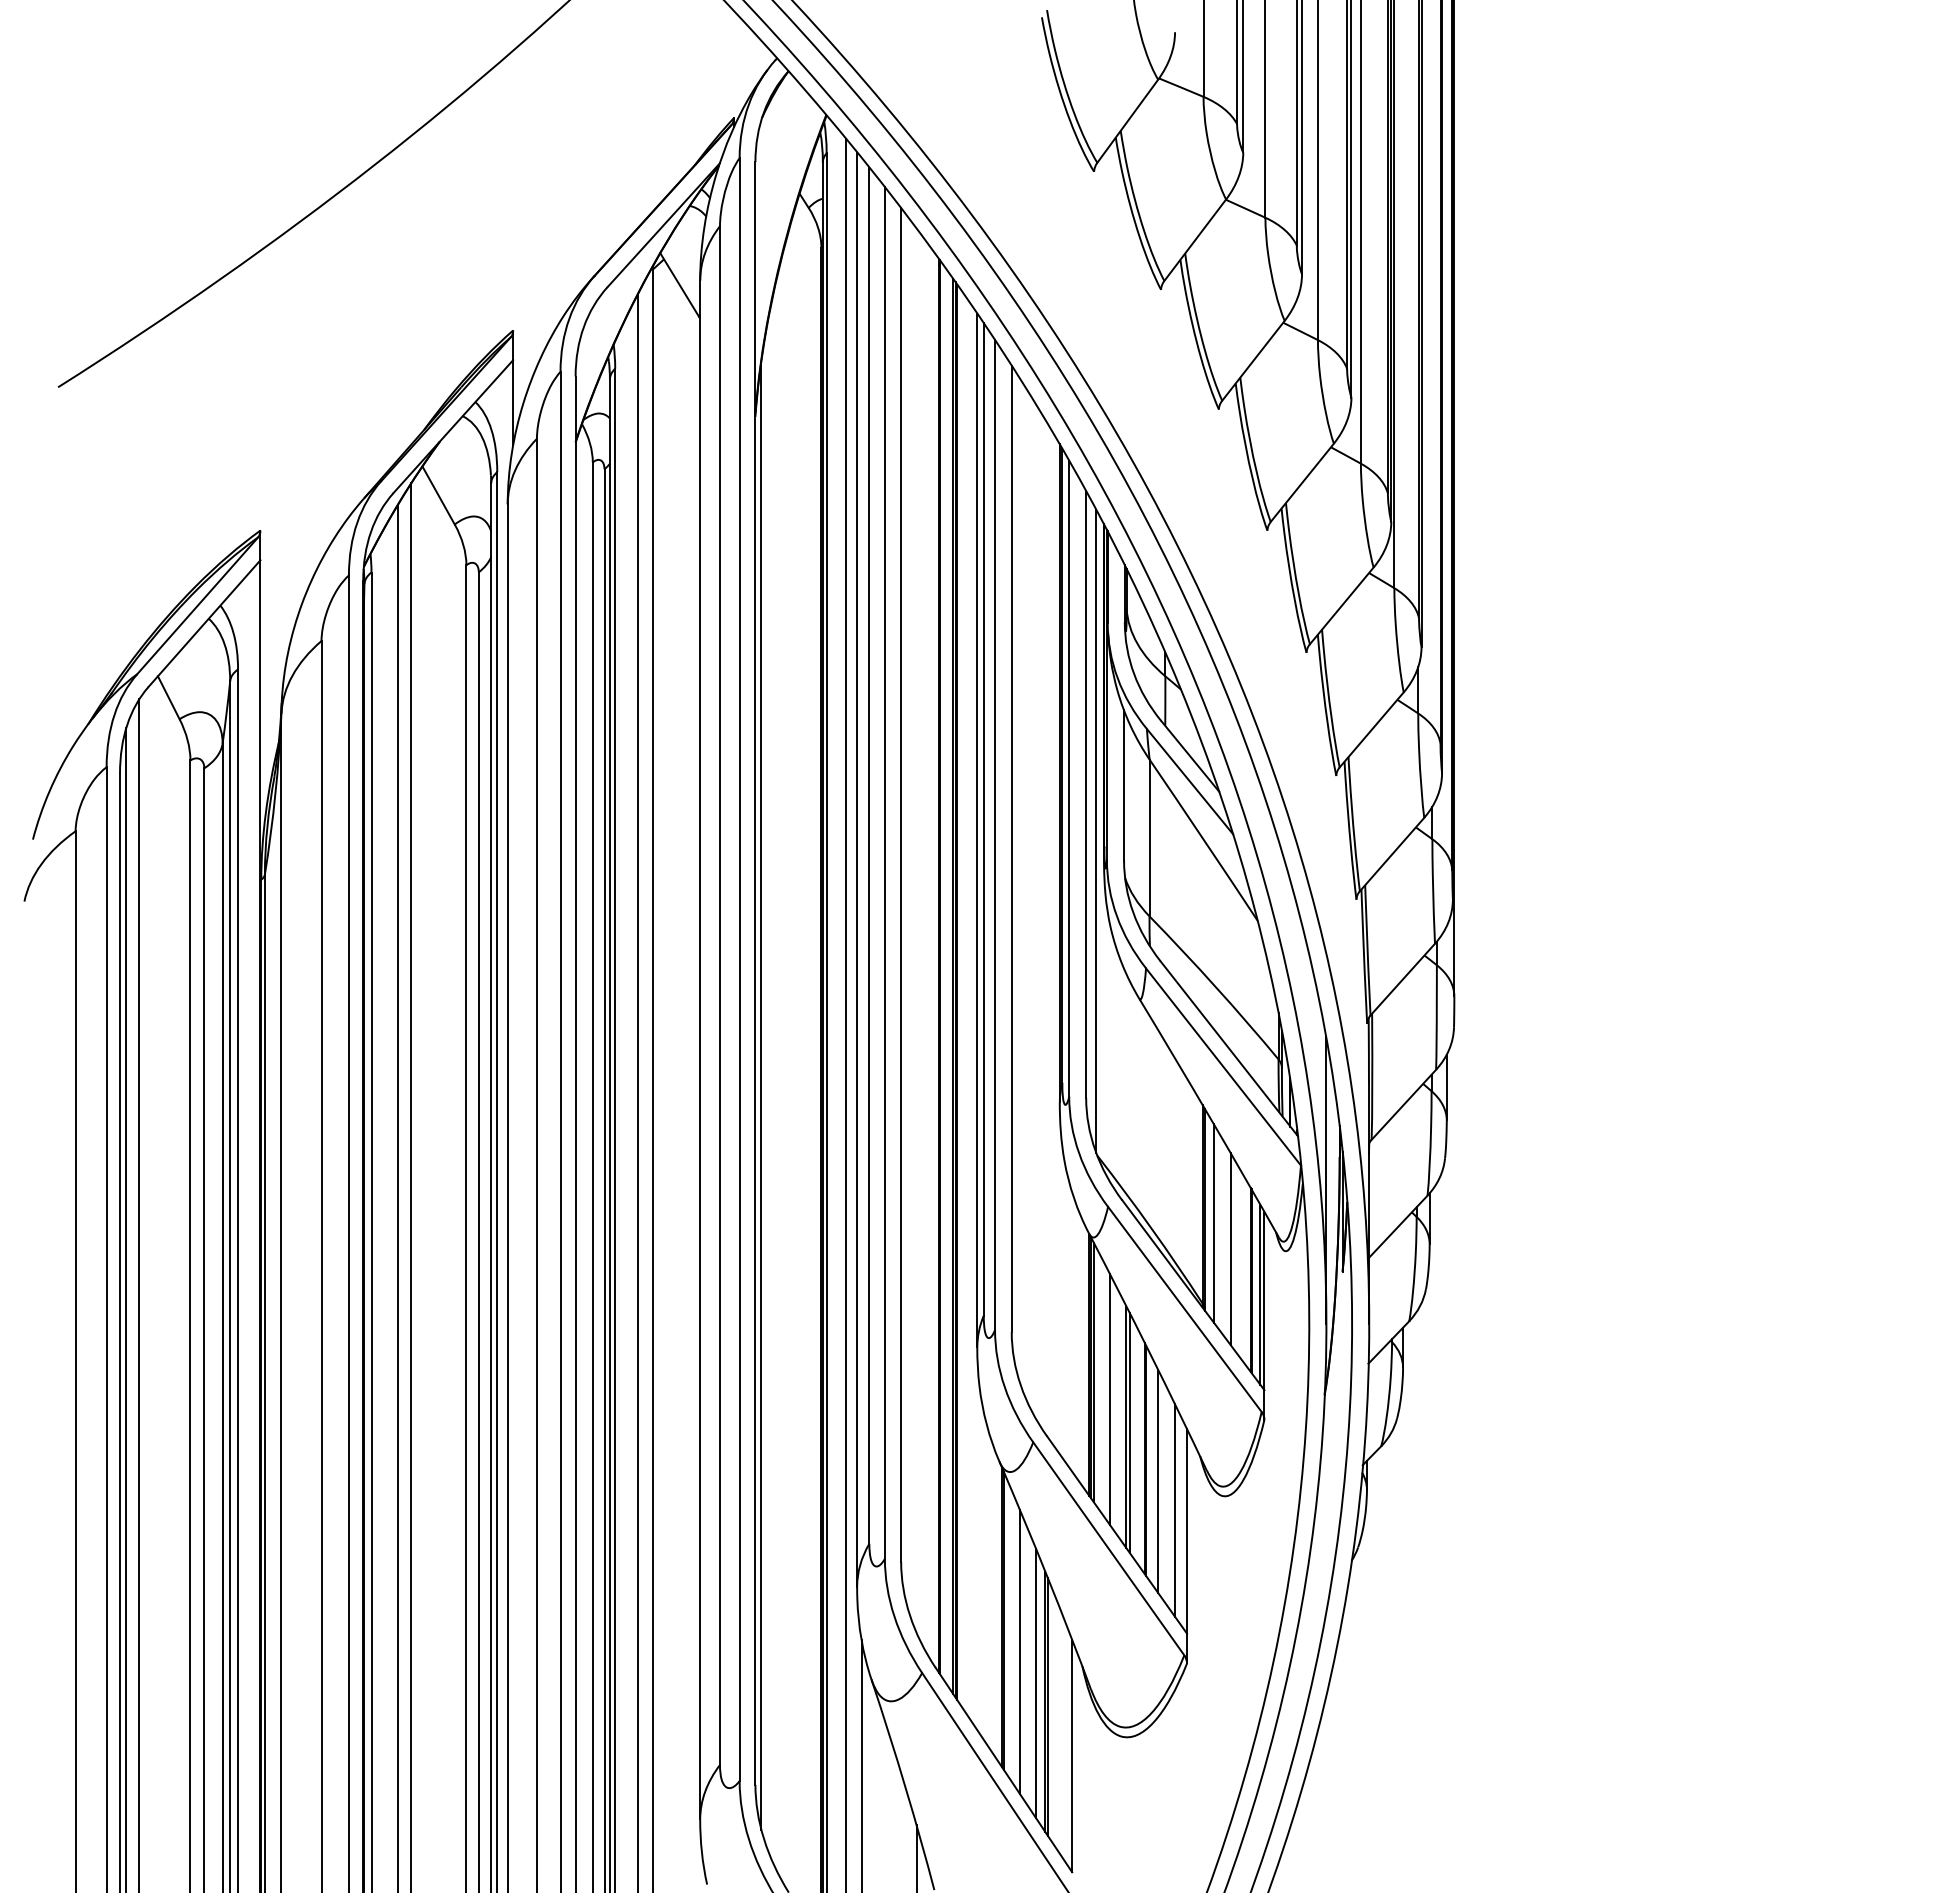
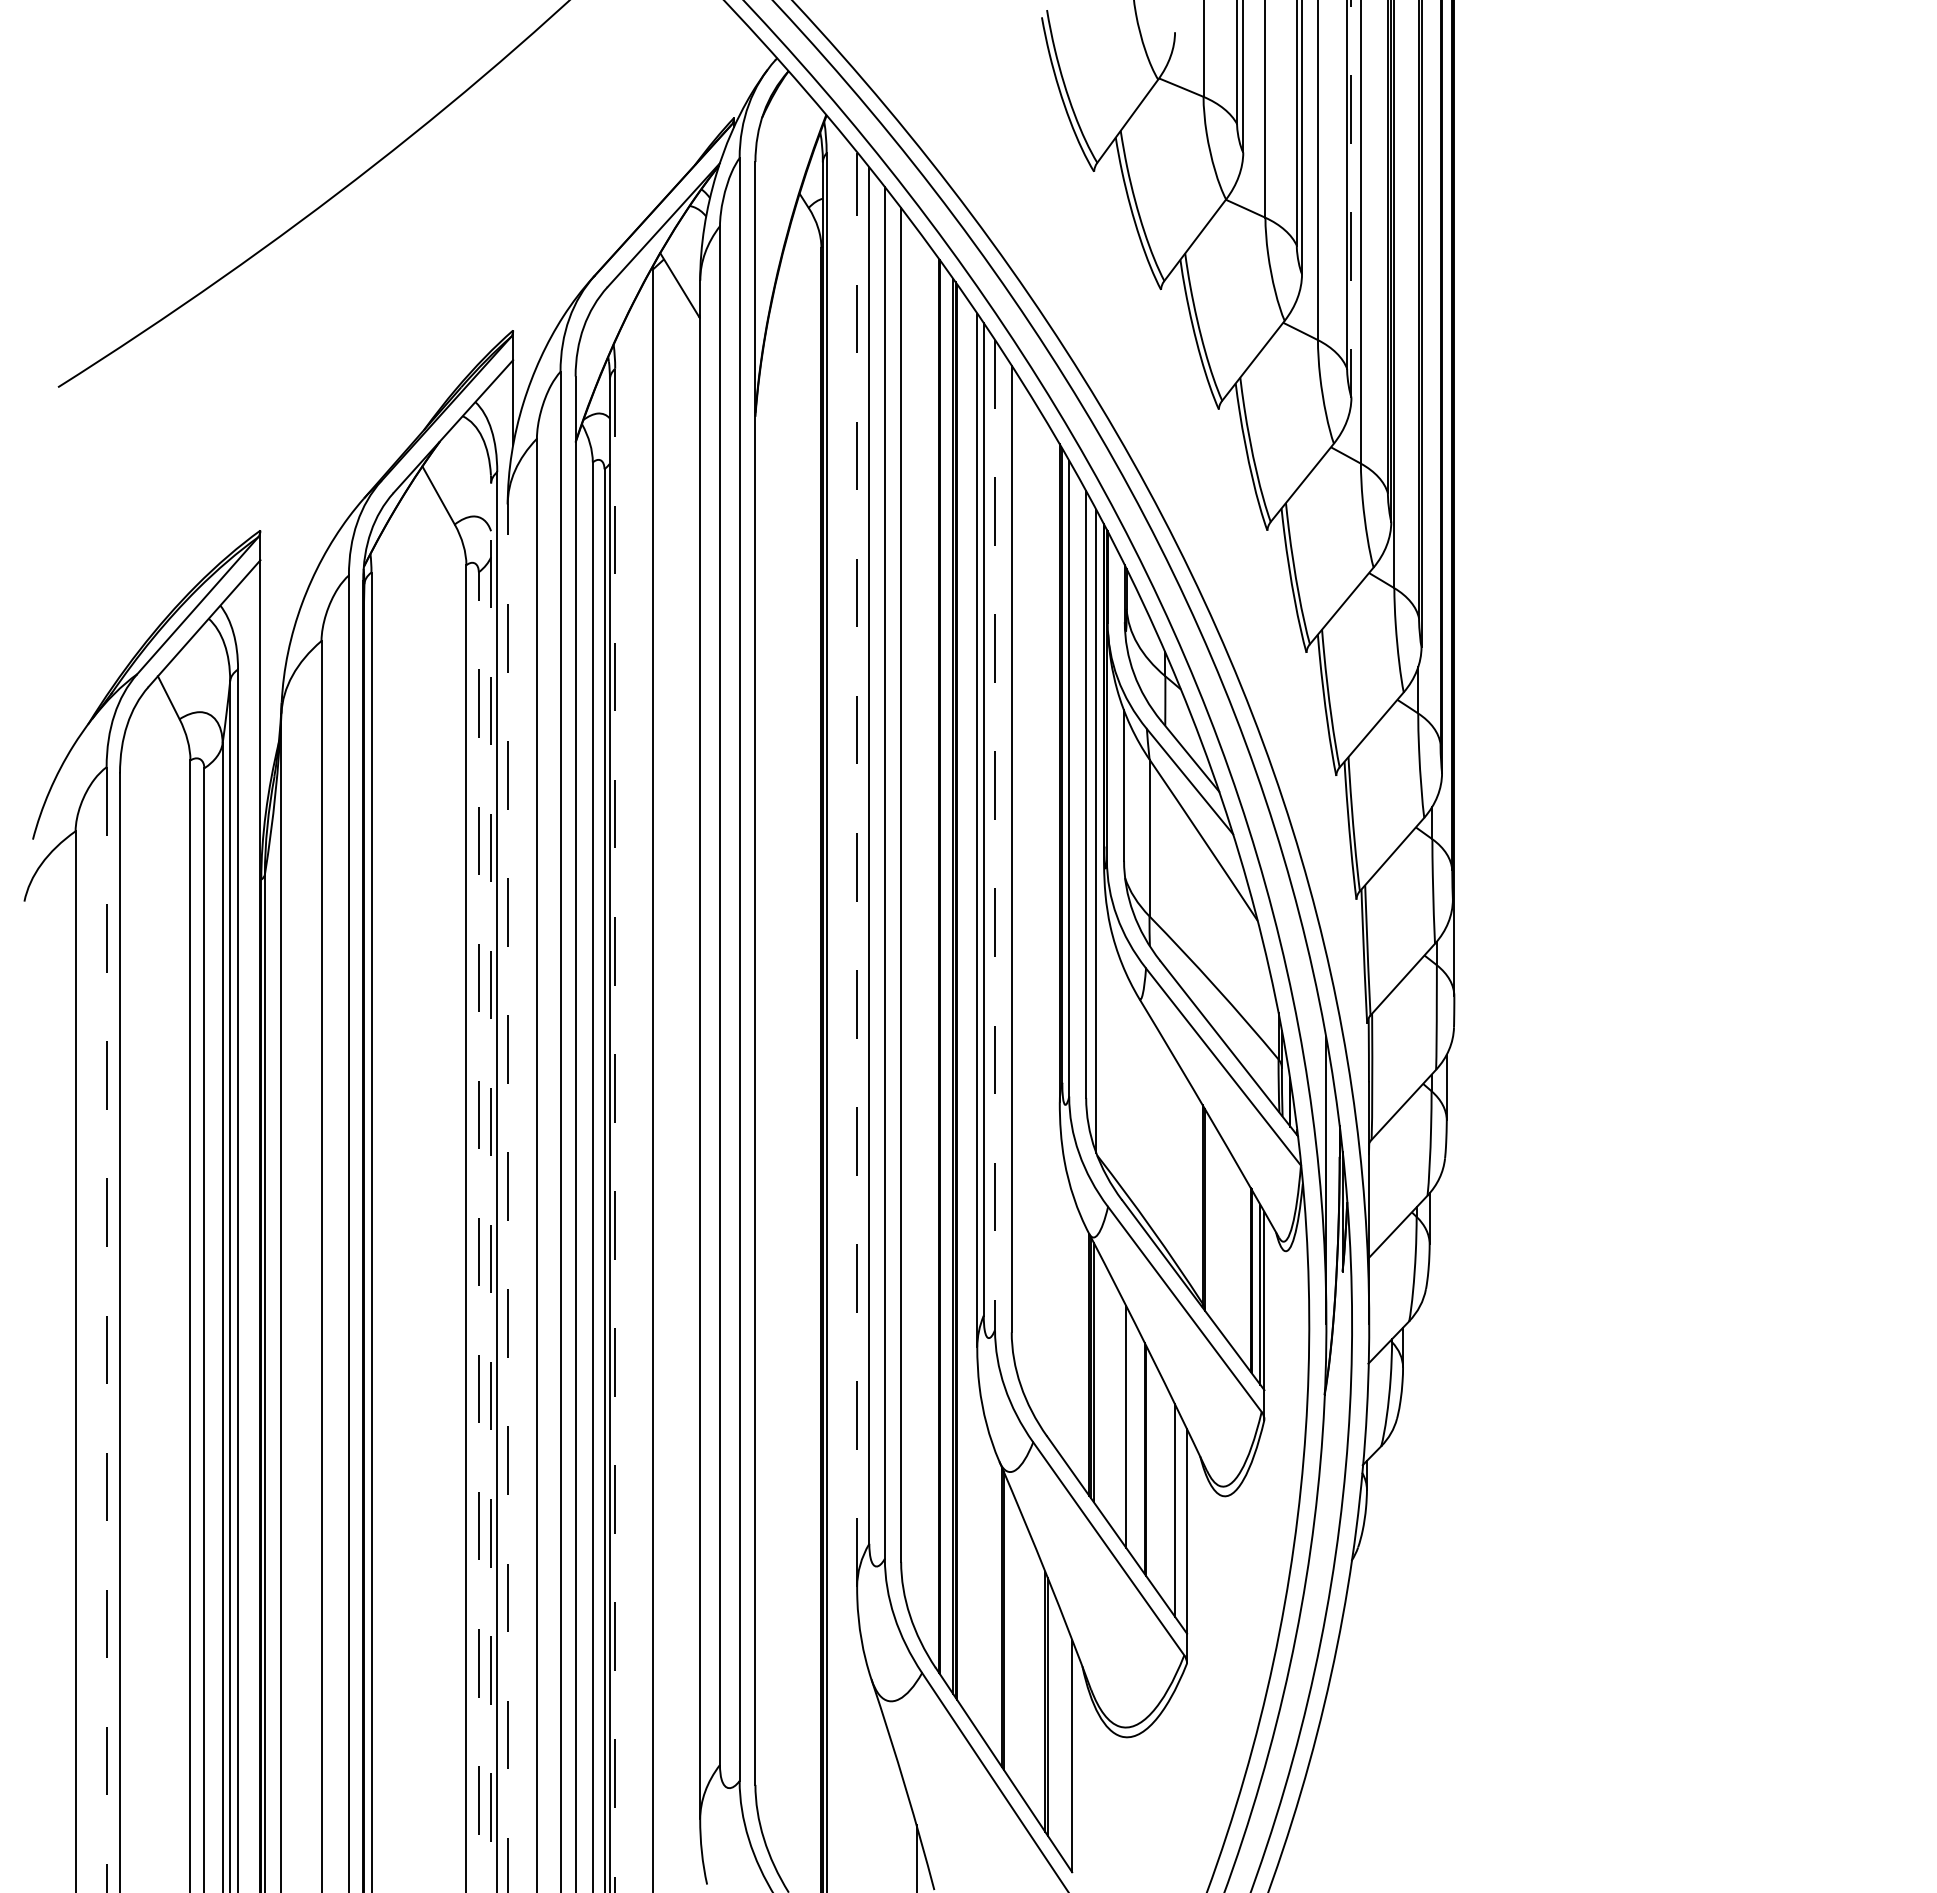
line at (1351, 199): solid -> dashed
line at (995, 835): solid -> dashed
line at (857, 869): solid -> dashed
line at (846, 1014): present -> none
line at (638, 1091): present -> none
line at (761, 1095): present -> none
line at (615, 1130): solid -> dashed
line at (411, 1186): present -> none
line at (491, 1187): solid -> dashed
line at (397, 1197): present -> none
line at (507, 1198): solid -> dashed
line at (1213, 1223): present -> none
line at (478, 1232): solid -> dashed
line at (1230, 1248): present -> none
line at (139, 1294): present -> none
line at (126, 1308): present -> none
line at (106, 1330): solid -> dashed
line at (1110, 1399): present -> none
line at (1129, 1432): present -> none
line at (1158, 1481): present -> none
line at (1020, 1652): present -> none
line at (1036, 1683): present -> none
line at (861, 1764): present -> none
